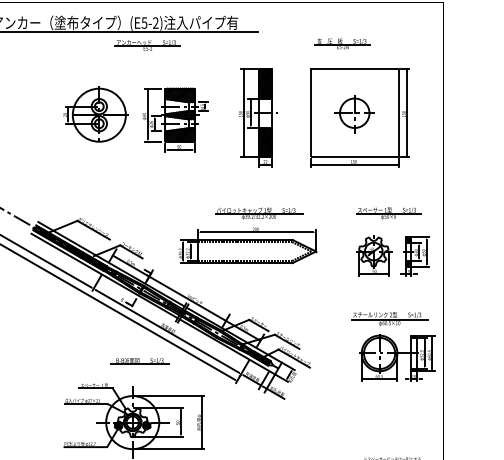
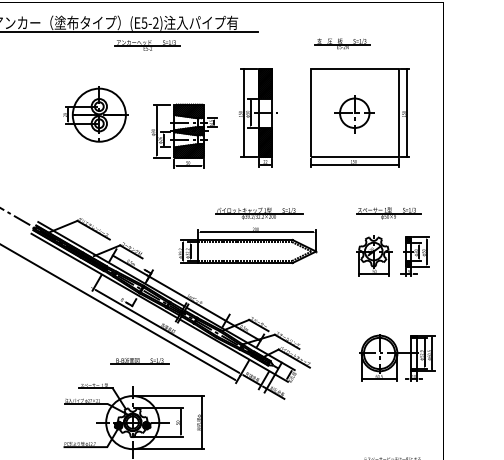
part at (175, 119) position: (175, 119) -> (184, 135)
line at (46, 261): present -> none
part at (389, 319): present -> none
